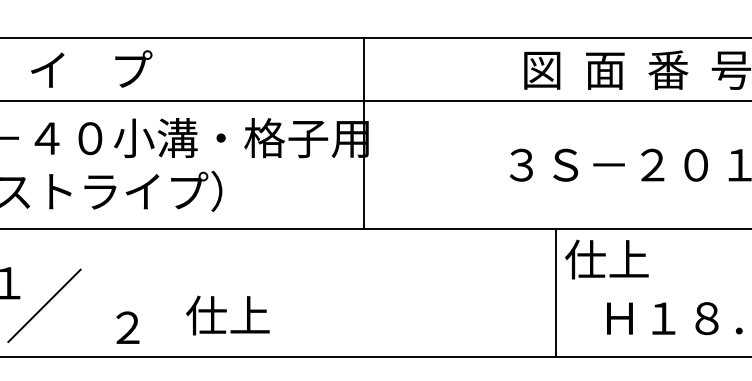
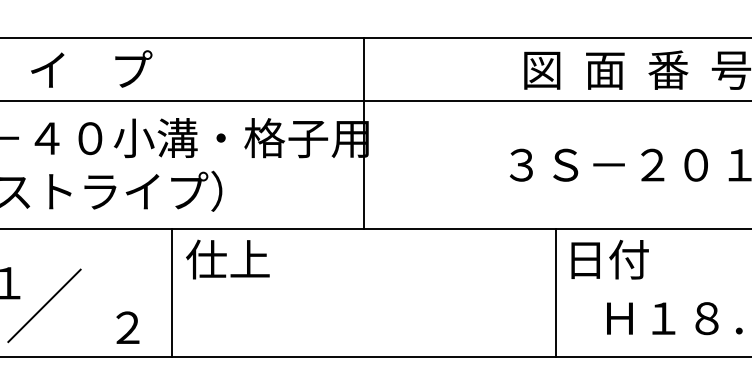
text at (606, 259): 仕上 -> 日付
line at (172, 292): none -> present
text at (227, 315) position: (227, 315) -> (227, 259)
